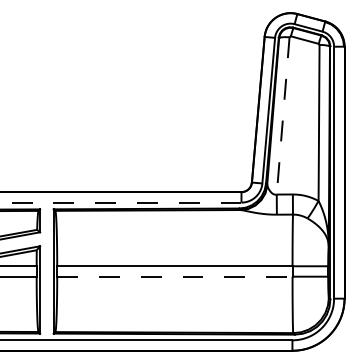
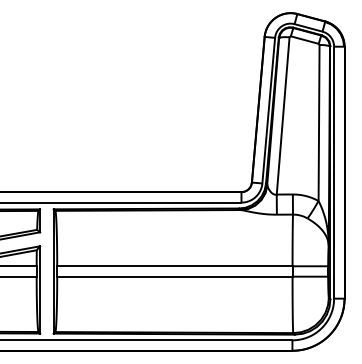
line at (283, 115): dashed -> solid
line at (120, 202): dashed -> solid
line at (174, 276): dashed -> solid
